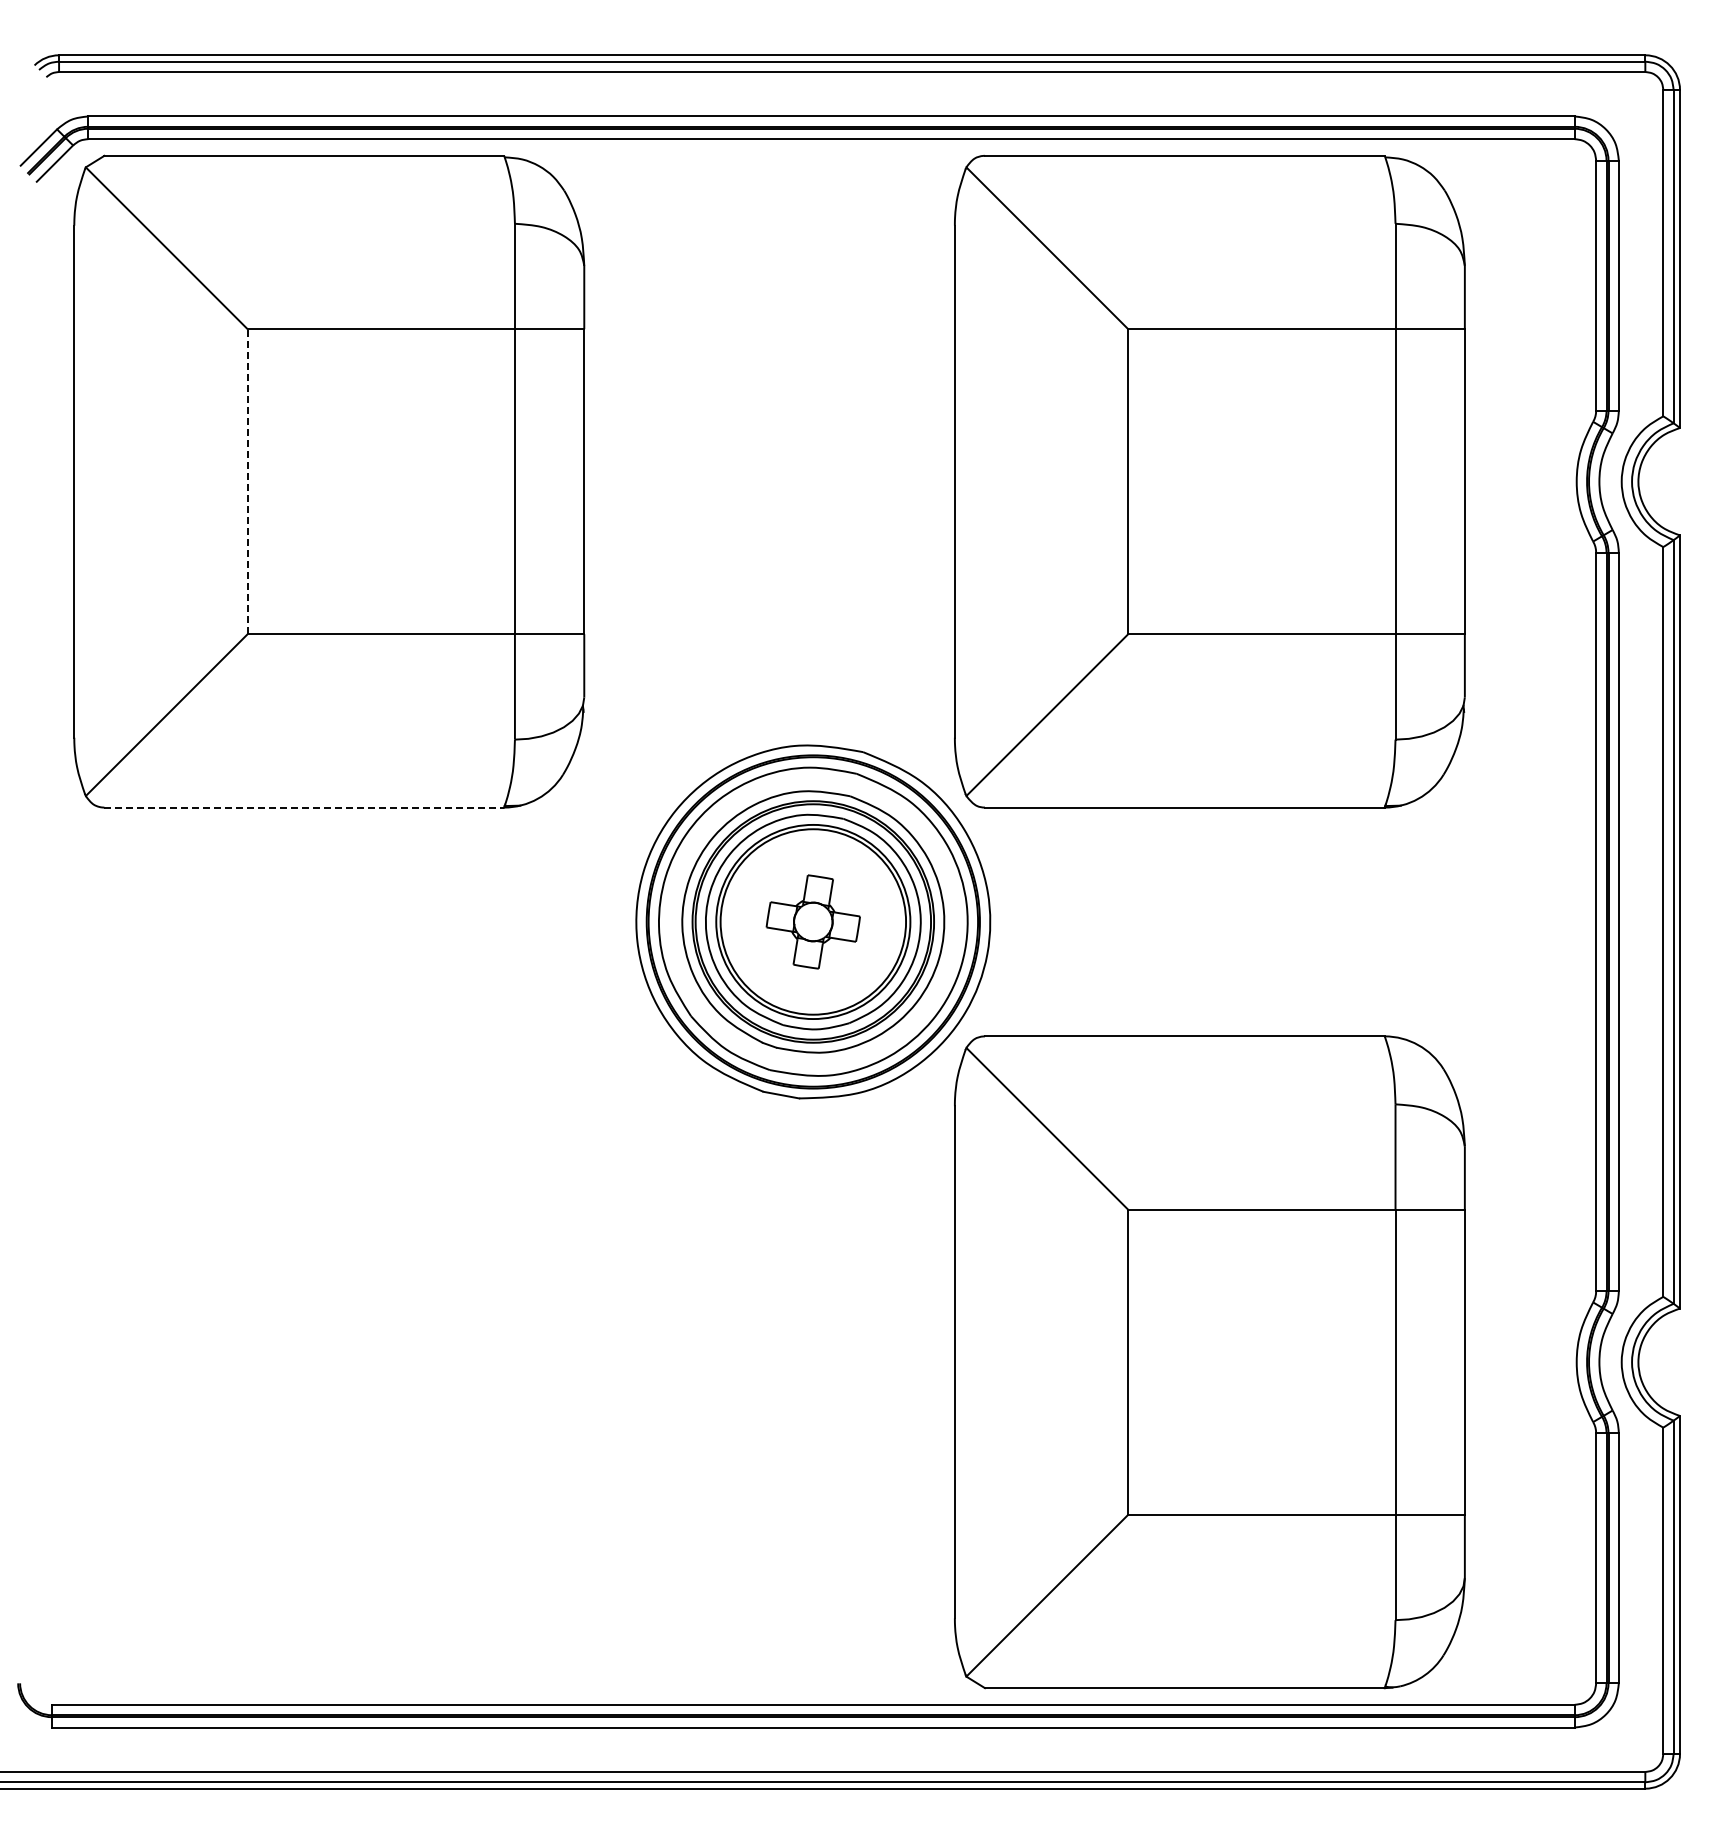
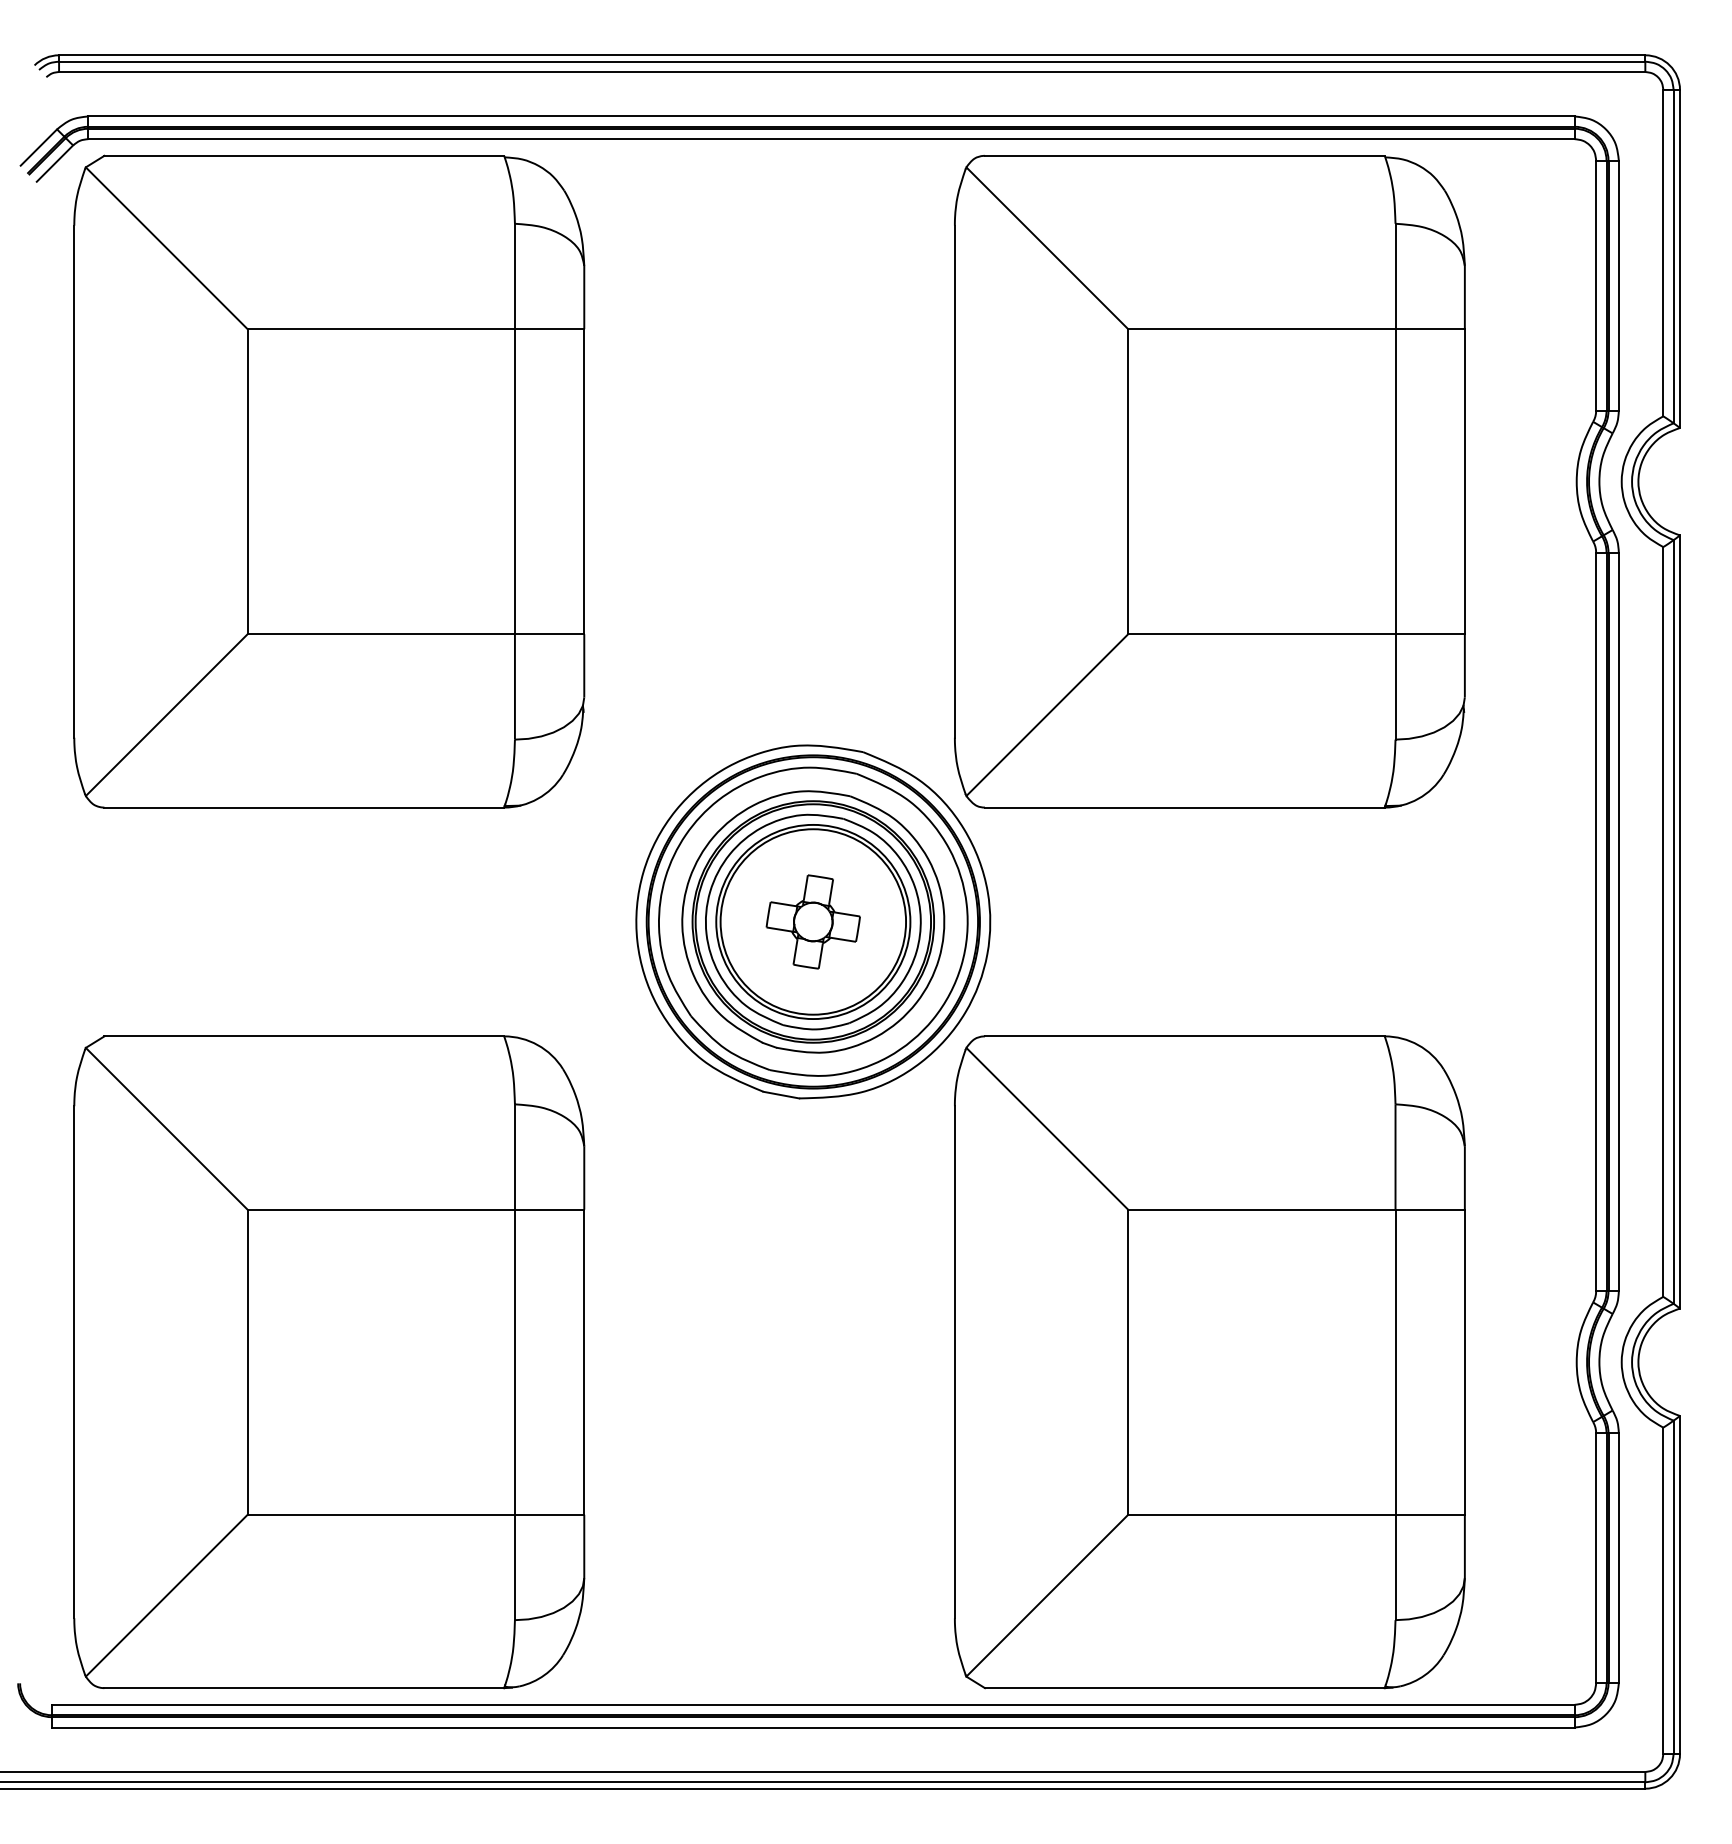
line at (247, 481): dashed -> solid
line at (304, 807): dashed -> solid
part at (329, 1362): none -> present
